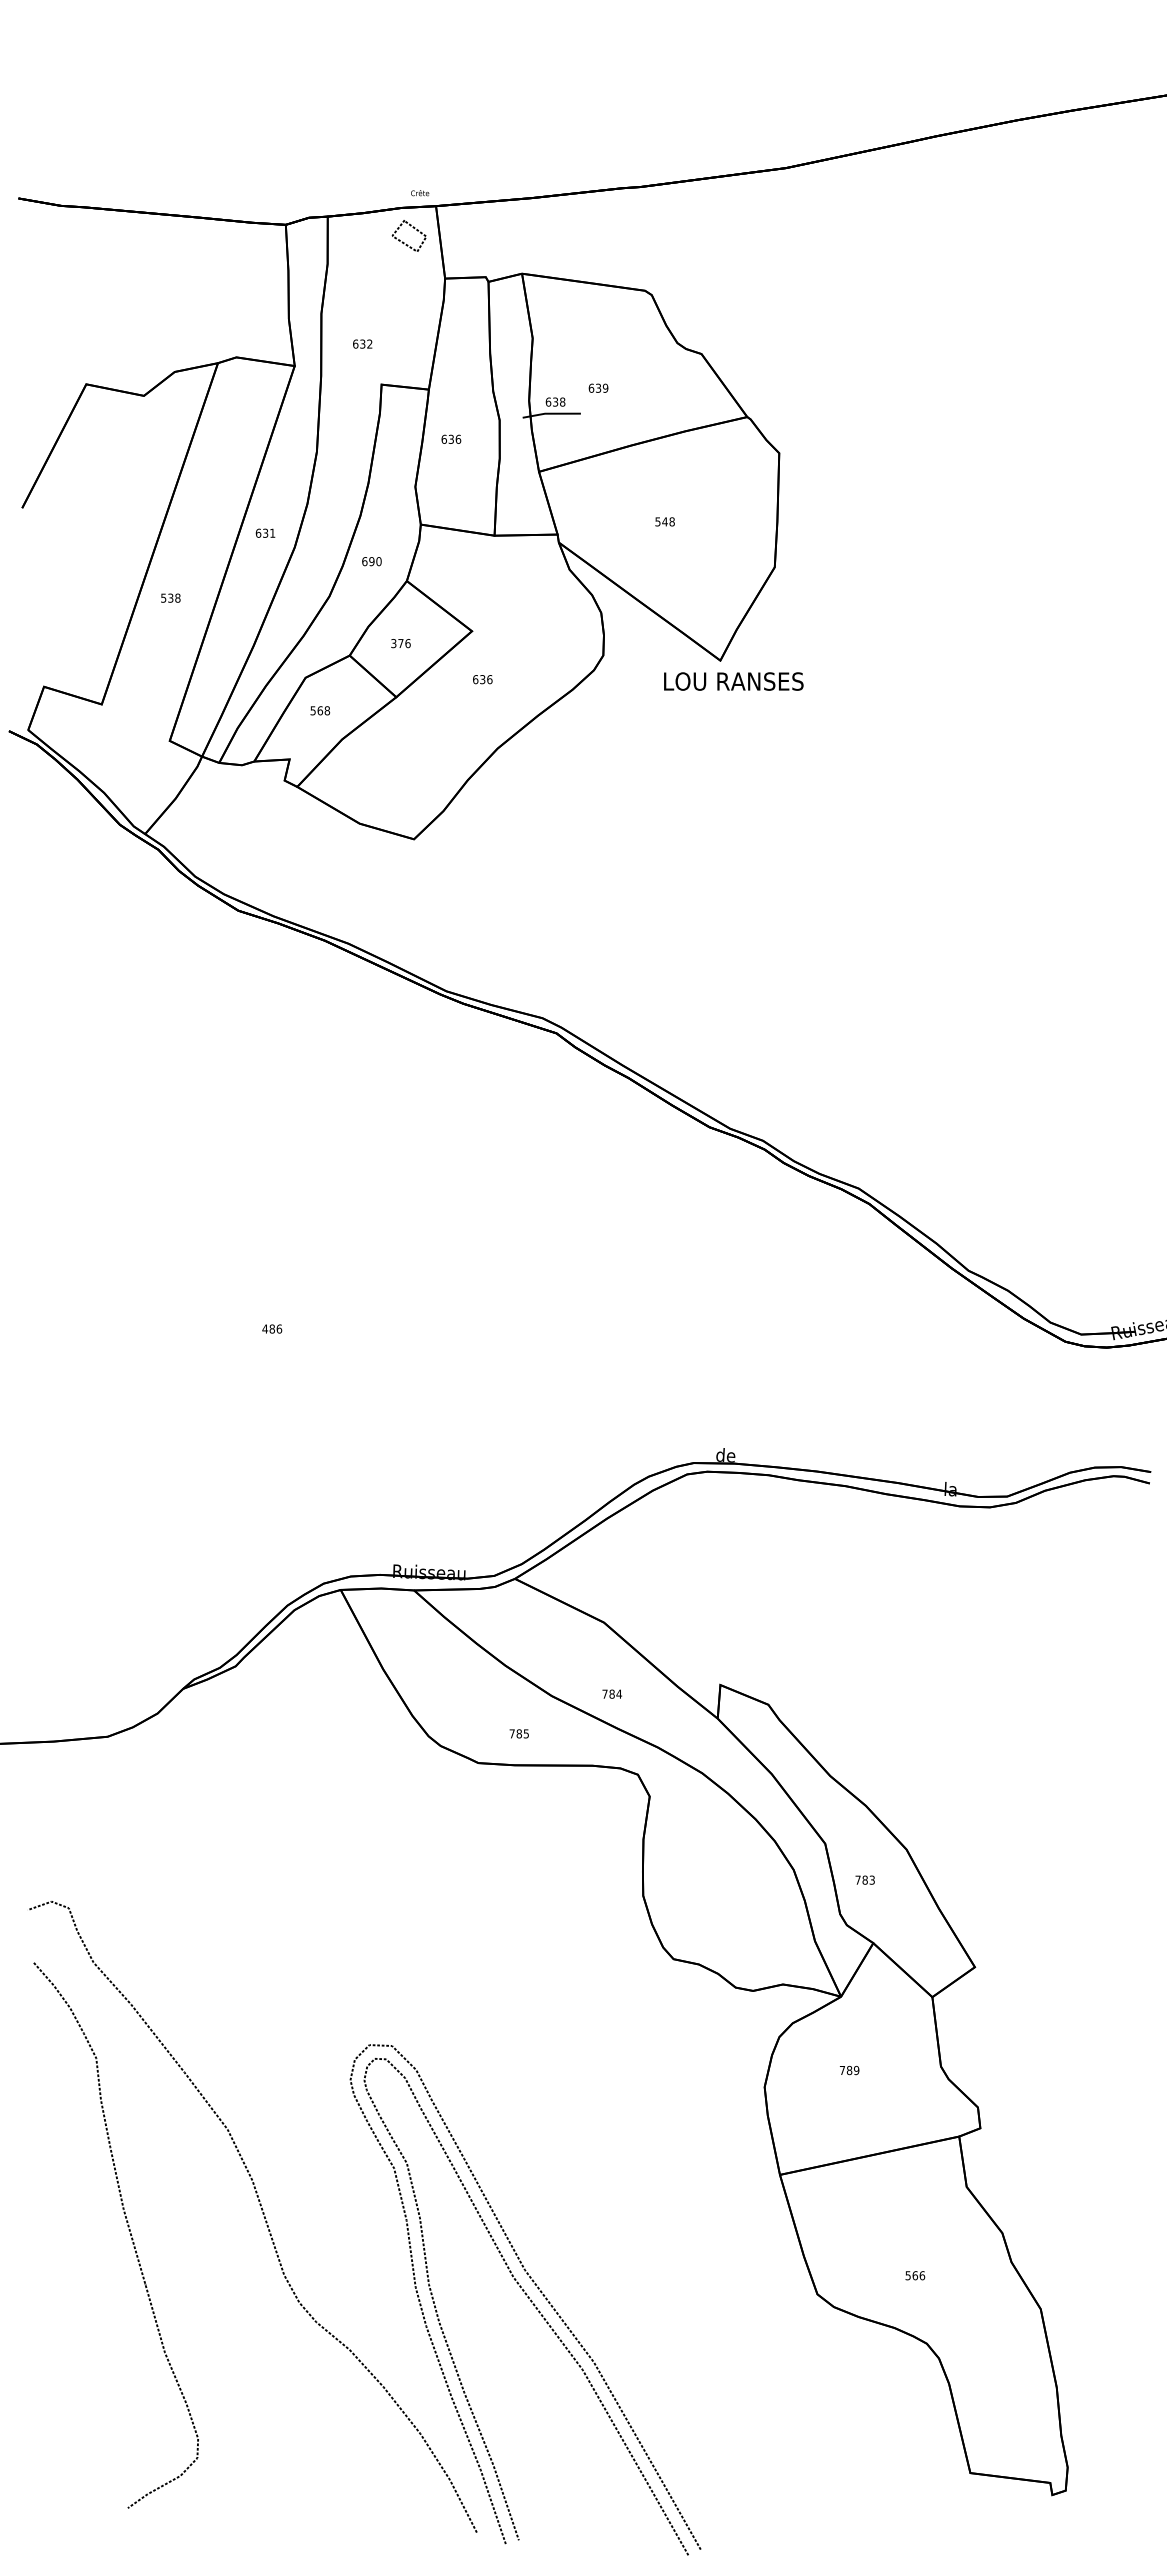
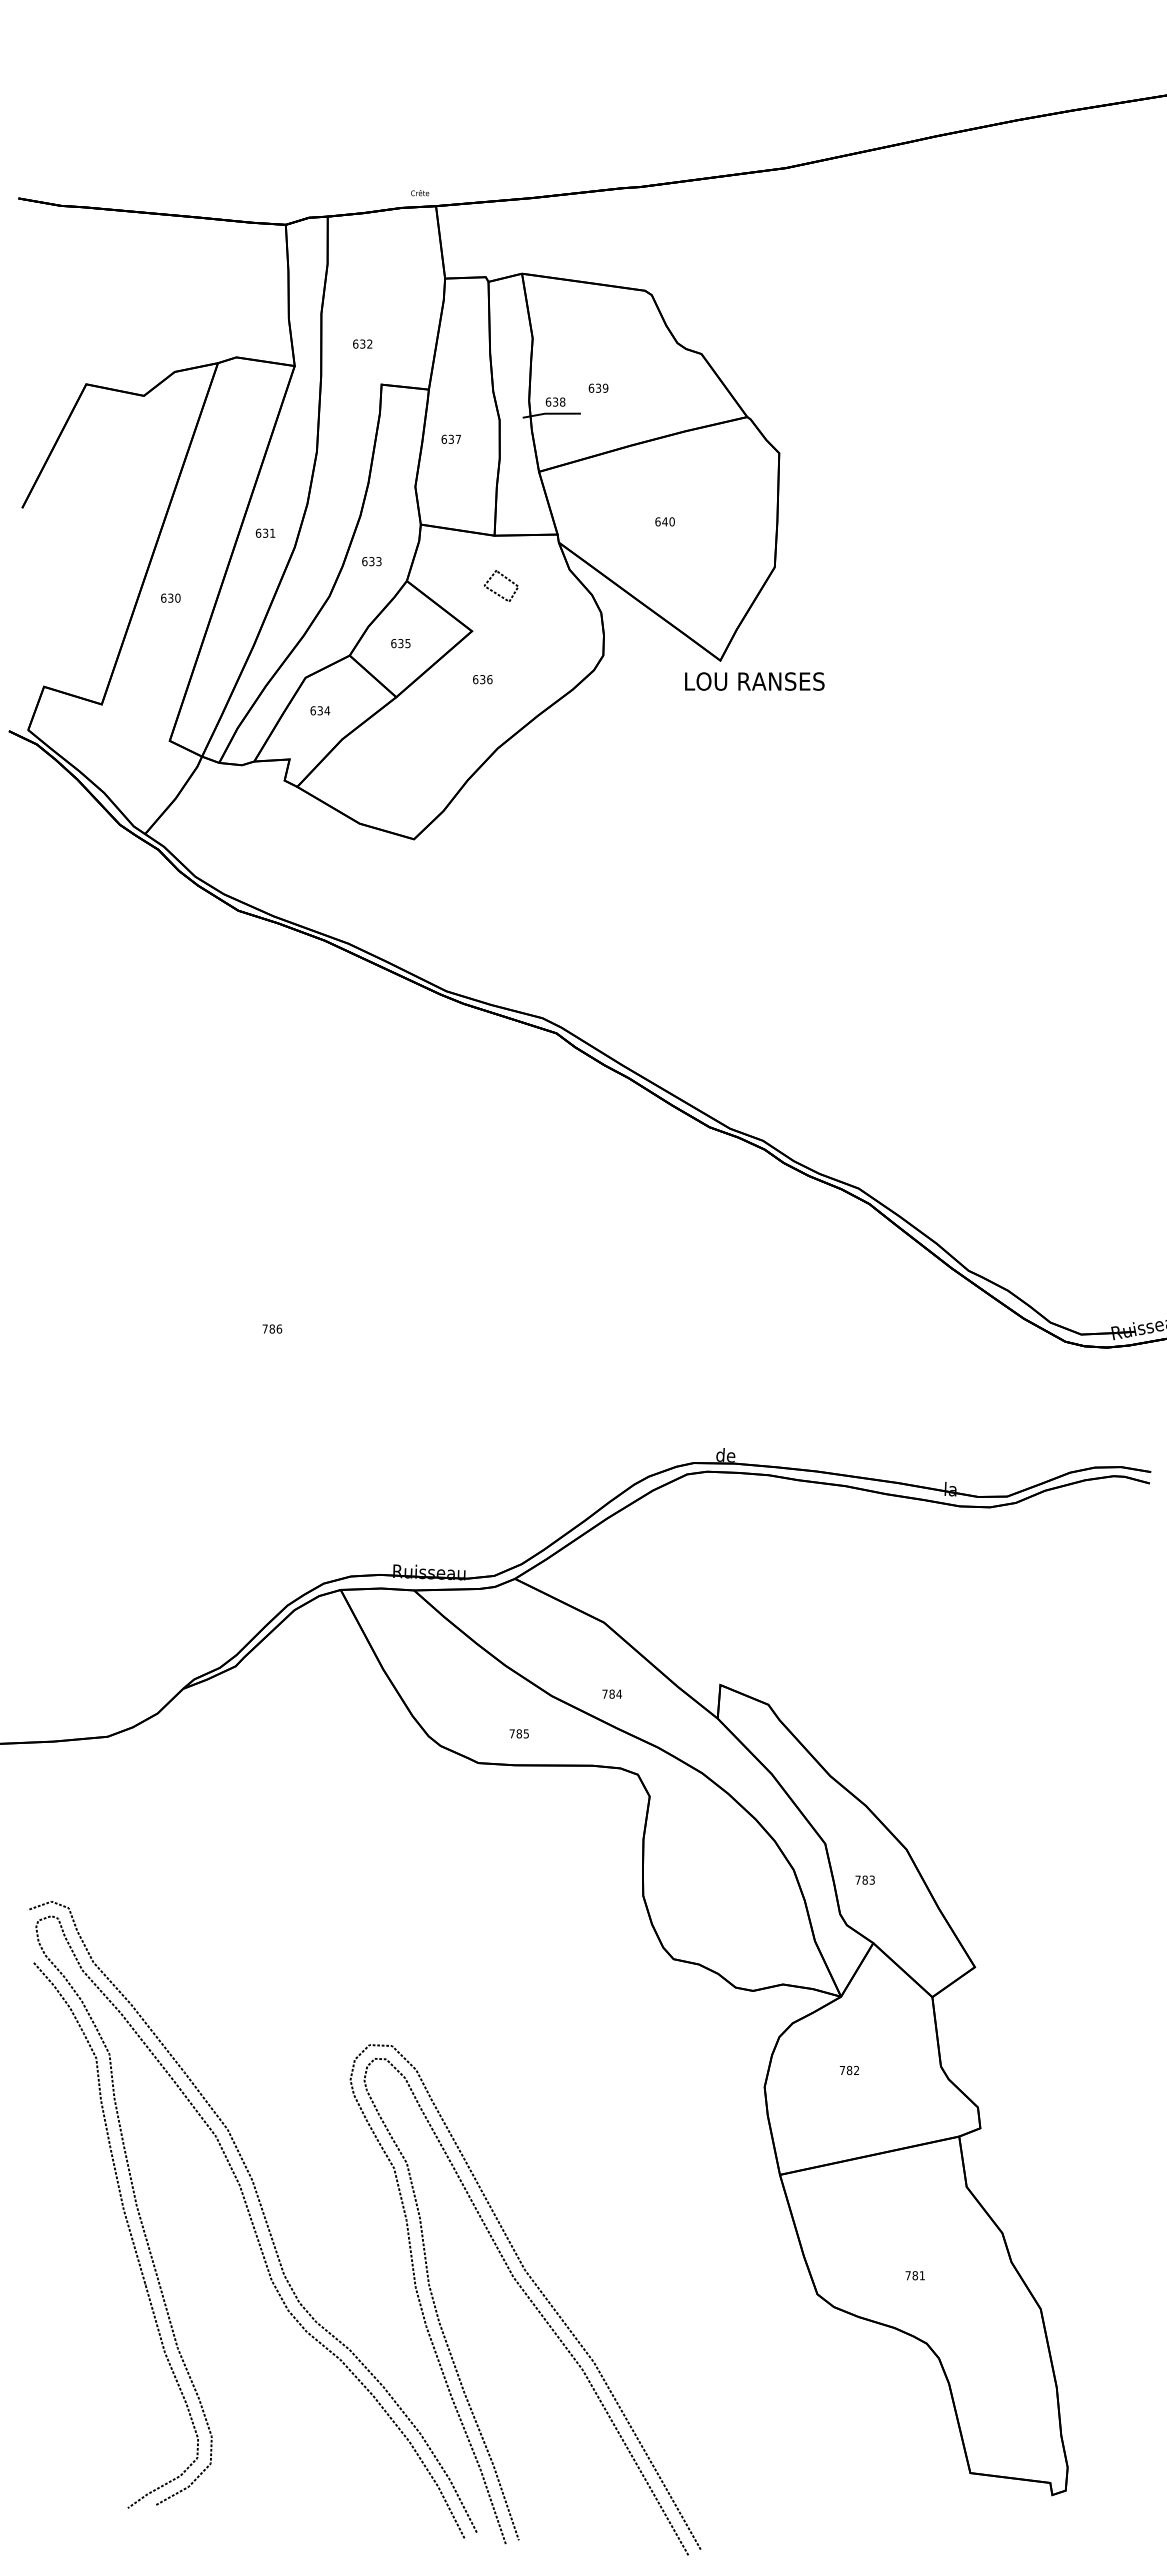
line at (403, 241) position: (403, 241) -> (495, 591)
text at (458, 438): 636 -> 637
text at (664, 521): 548 -> 640
text at (375, 561): 690 -> 633
text at (170, 597): 538 -> 630
text at (400, 643): 376 -> 635
text at (733, 681) position: (733, 681) -> (754, 681)
text at (320, 710): 568 -> 634
text at (265, 1328): 486 -> 786
text at (856, 2070): 789 -> 782
curve at (252, 2224): none -> present
text at (915, 2275): 566 -> 781
